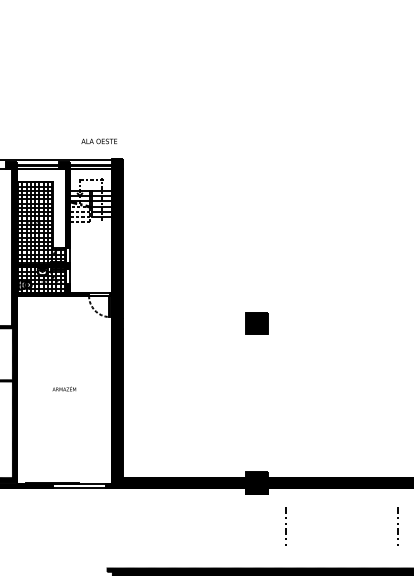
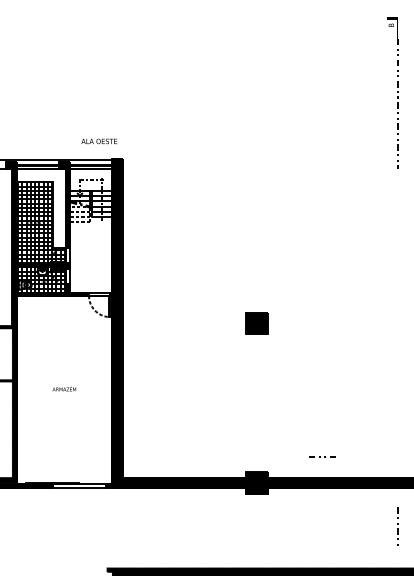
part at (392, 92): none -> present
line at (320, 456): none -> present
line at (285, 524): present -> none
